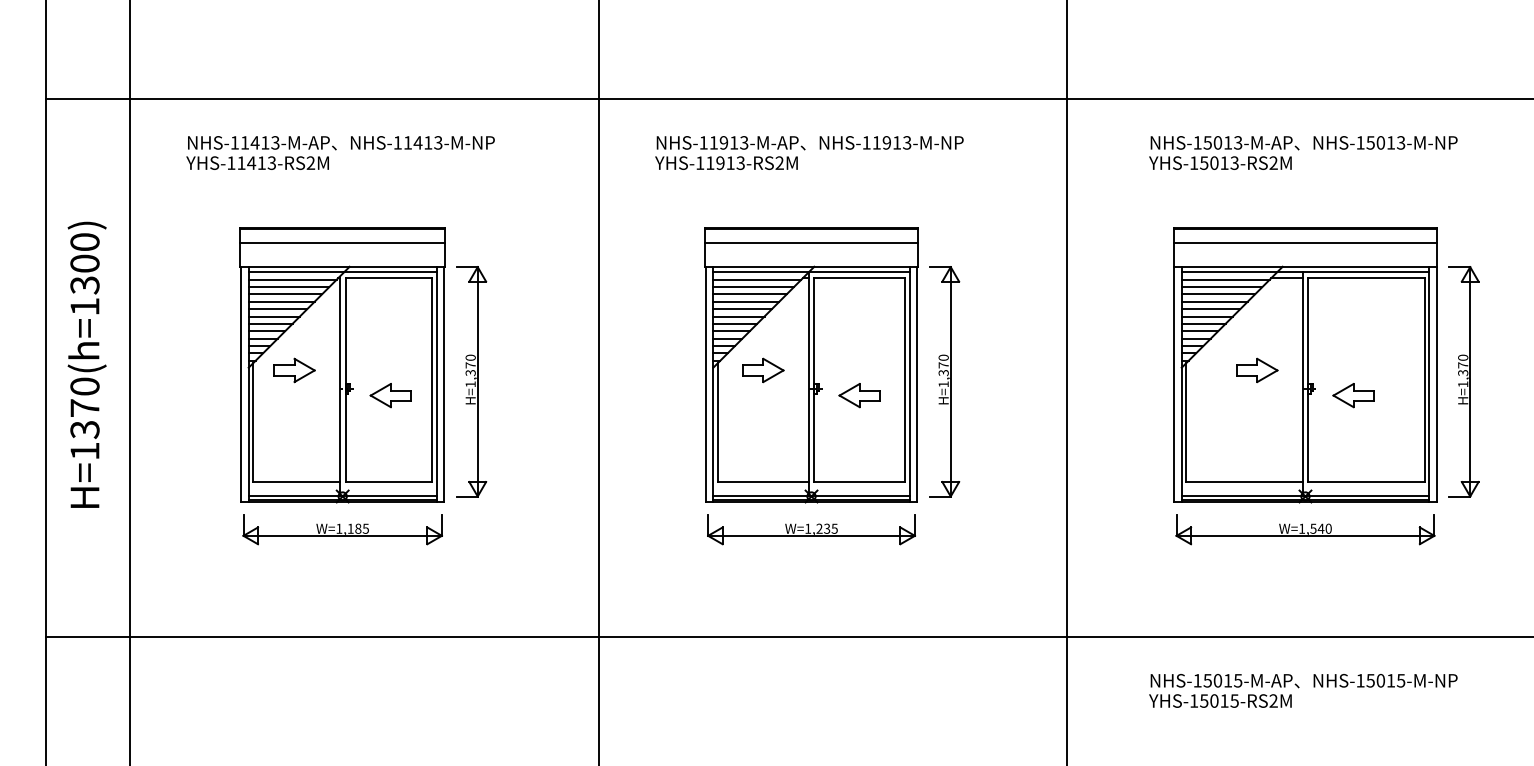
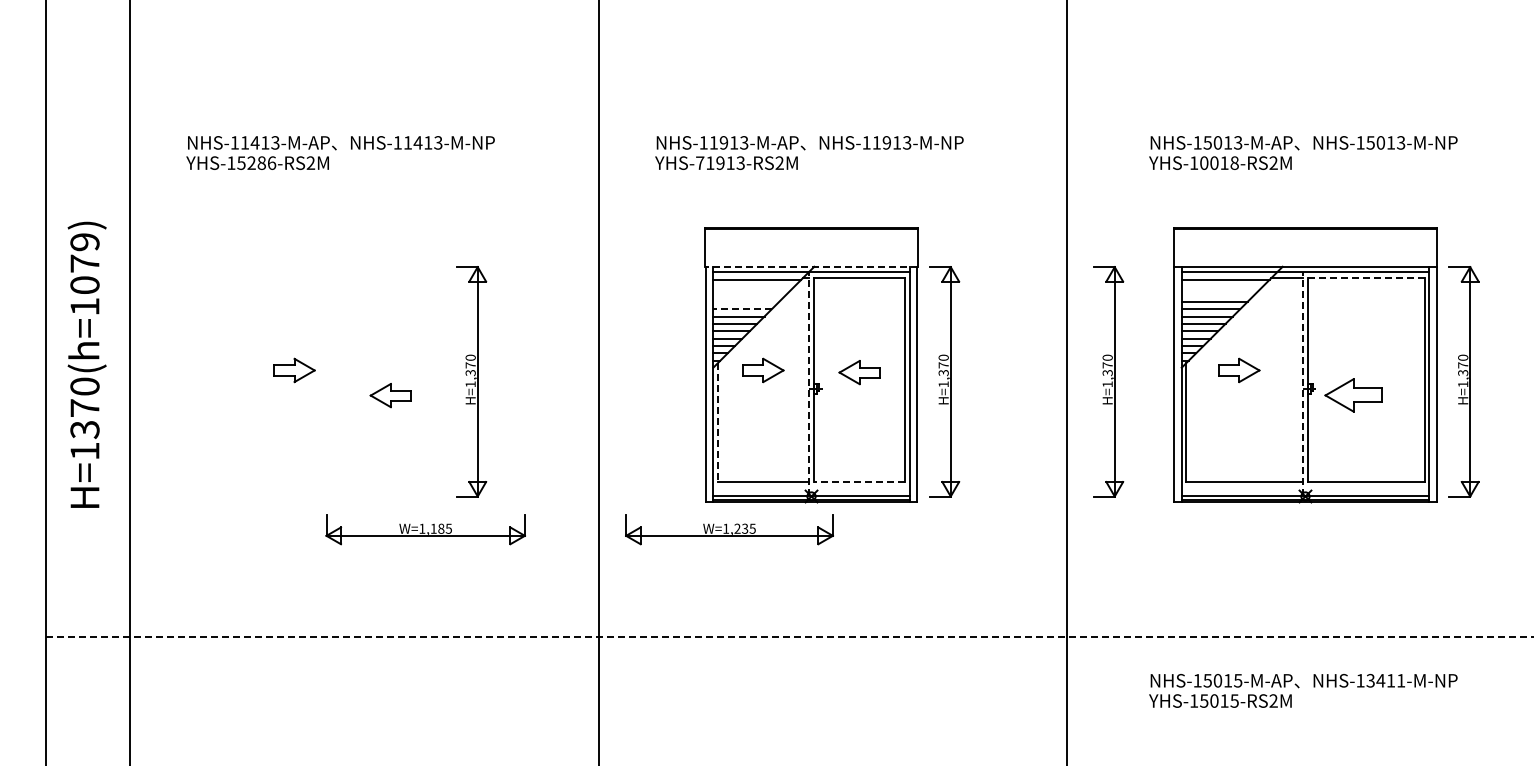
line at (788, 98): present -> none
text at (256, 162): YHS-11413-RS2M -> YHS-15286-RS2M
text at (700, 162): YHS-11913-RS2M -> YHS-71913-RS2M
text at (1219, 162): YHS-15013-RS2M -> YHS-10018-RS2M
line at (811, 243): present -> none
line at (1305, 243): present -> none
text at (84, 263): H=1370(h=1300) -> H=1370(h=1079)
line at (811, 266): solid -> dashed
line at (1365, 278): solid -> dashed
line at (753, 287): present -> none
line at (1221, 287): present -> none
line at (749, 294): present -> none
line at (1218, 294): present -> none
line at (746, 301): present -> none
line at (742, 309): solid -> dashed
part at (342, 365): present -> none
part at (1257, 370) position: (1257, 370) -> (1239, 370)
part at (1108, 381): none -> present
line at (808, 384): solid -> dashed
line at (1302, 384): solid -> dashed
part at (859, 395) position: (859, 395) -> (859, 372)
part at (1353, 395) size: 43x26 px -> 59x35 px
line at (718, 422): solid -> dashed
line at (859, 481): solid -> dashed
part at (342, 529) position: (342, 529) -> (425, 529)
part at (811, 529) position: (811, 529) -> (729, 529)
part at (1305, 529): present -> none
line at (789, 636): solid -> dashed
text at (1386, 680): NHS-15015-M-NP -> NHS-13411-M-NP
